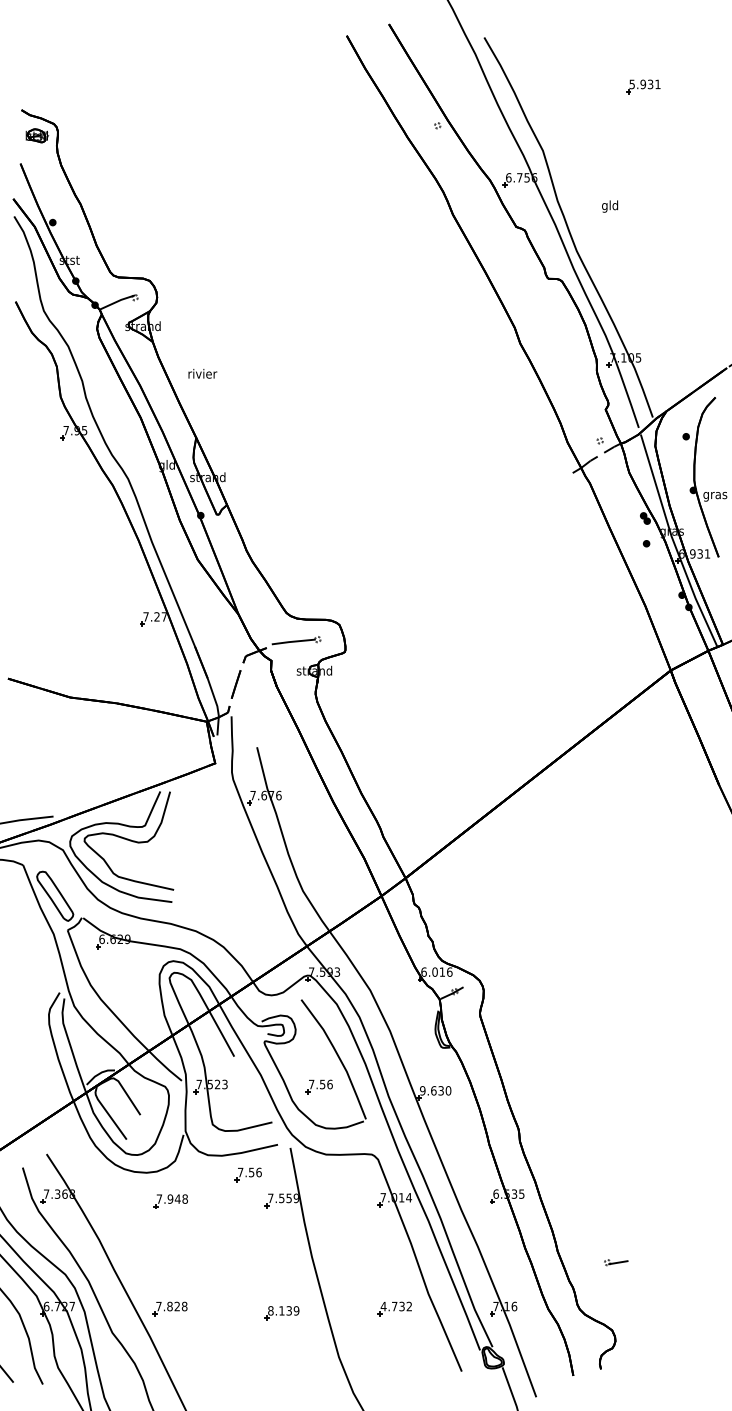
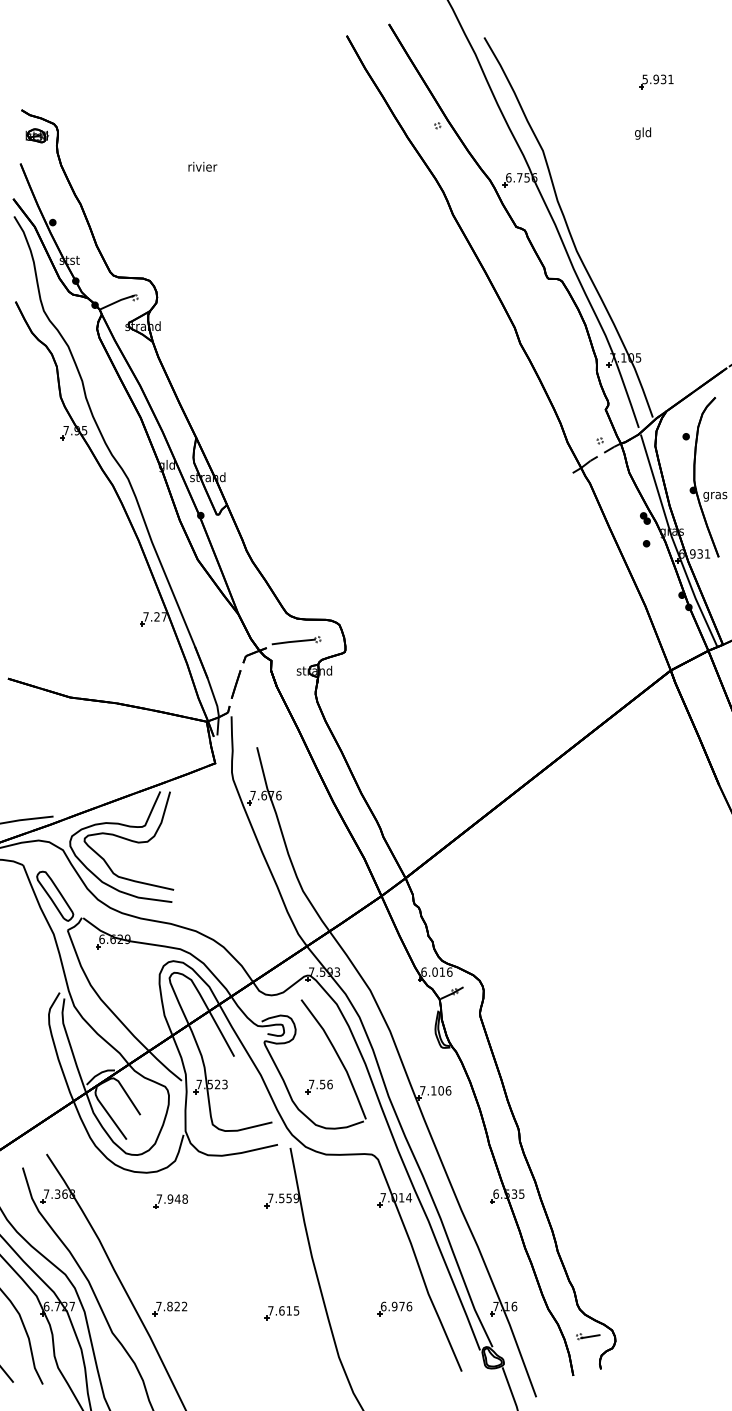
part at (643, 86) position: (643, 86) -> (656, 81)
text at (610, 206) position: (610, 206) -> (643, 133)
text at (202, 373) position: (202, 373) -> (202, 166)
text at (435, 1090): 9.630 -> 7.106
part at (247, 1174): present -> none
part at (616, 1262) position: (616, 1262) -> (588, 1336)
text at (184, 1306): 7.828 -> 7.822
text at (396, 1306): 4.732 -> 6.976
text at (283, 1310): 8.139 -> 7.615
